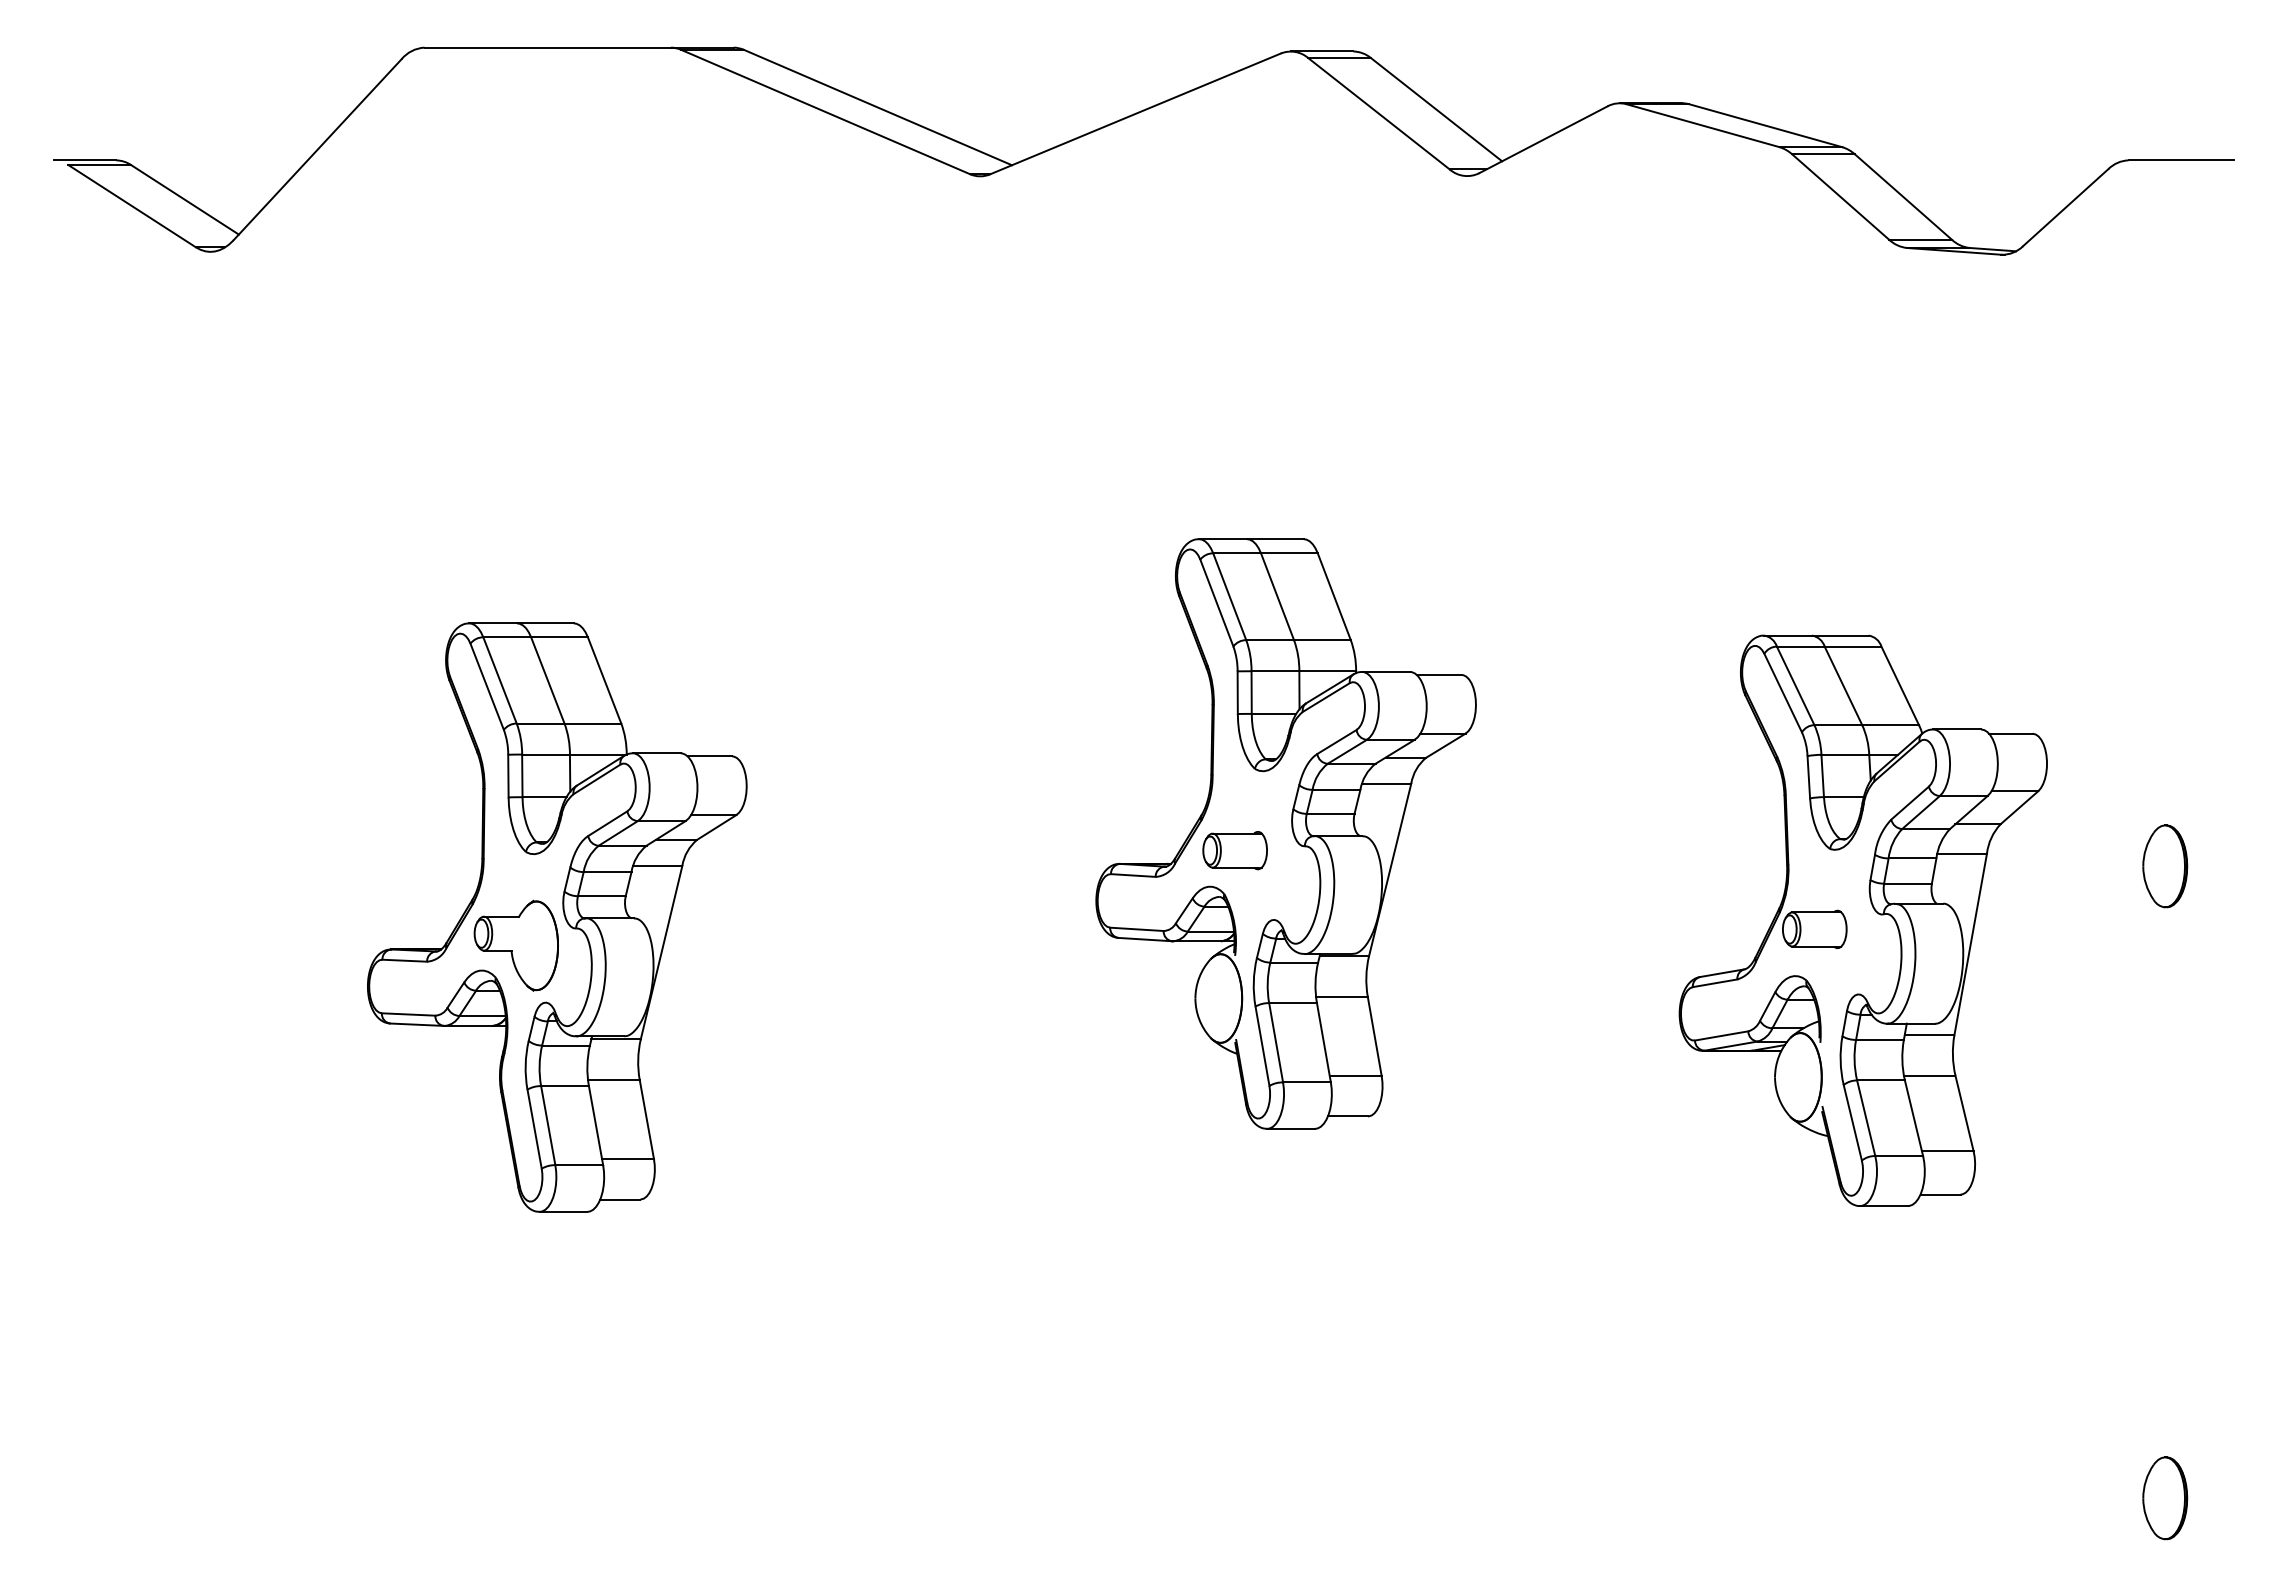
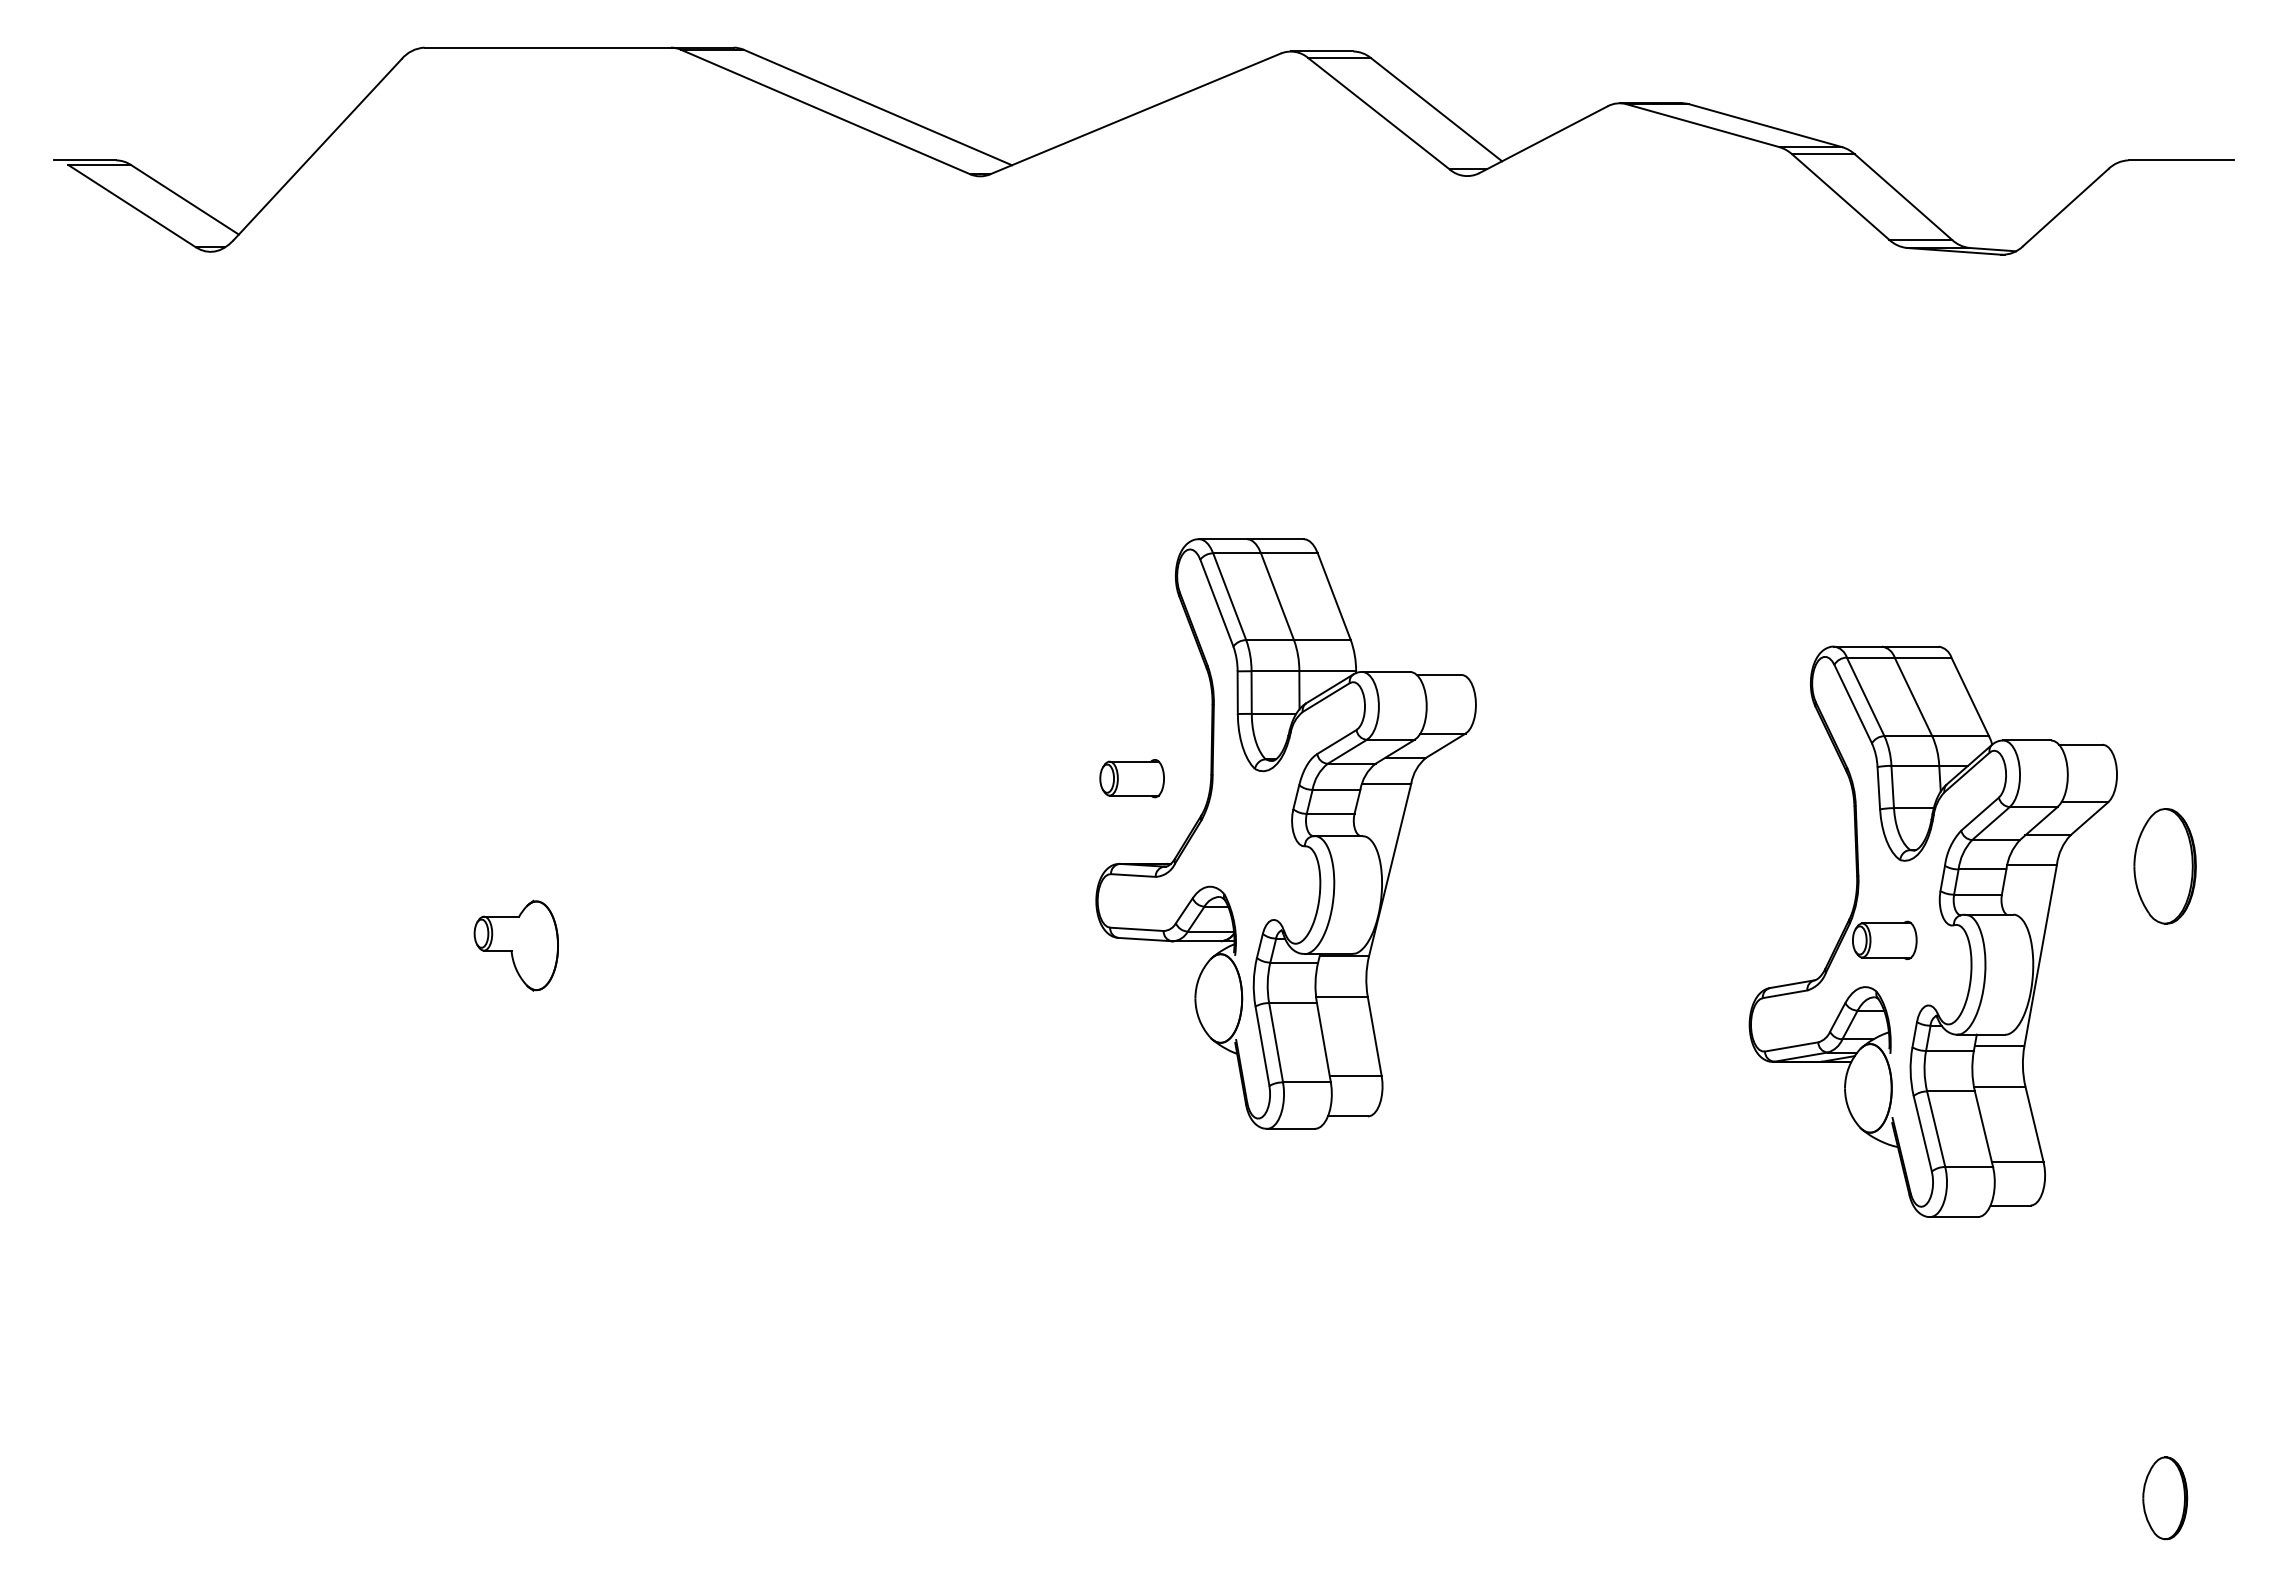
part at (1234, 850) position: (1234, 850) -> (1131, 778)
part at (2165, 866) size: 47x85 px -> 64x117 px
part at (557, 917): present -> none
part at (1862, 920) position: (1862, 920) -> (1932, 931)
